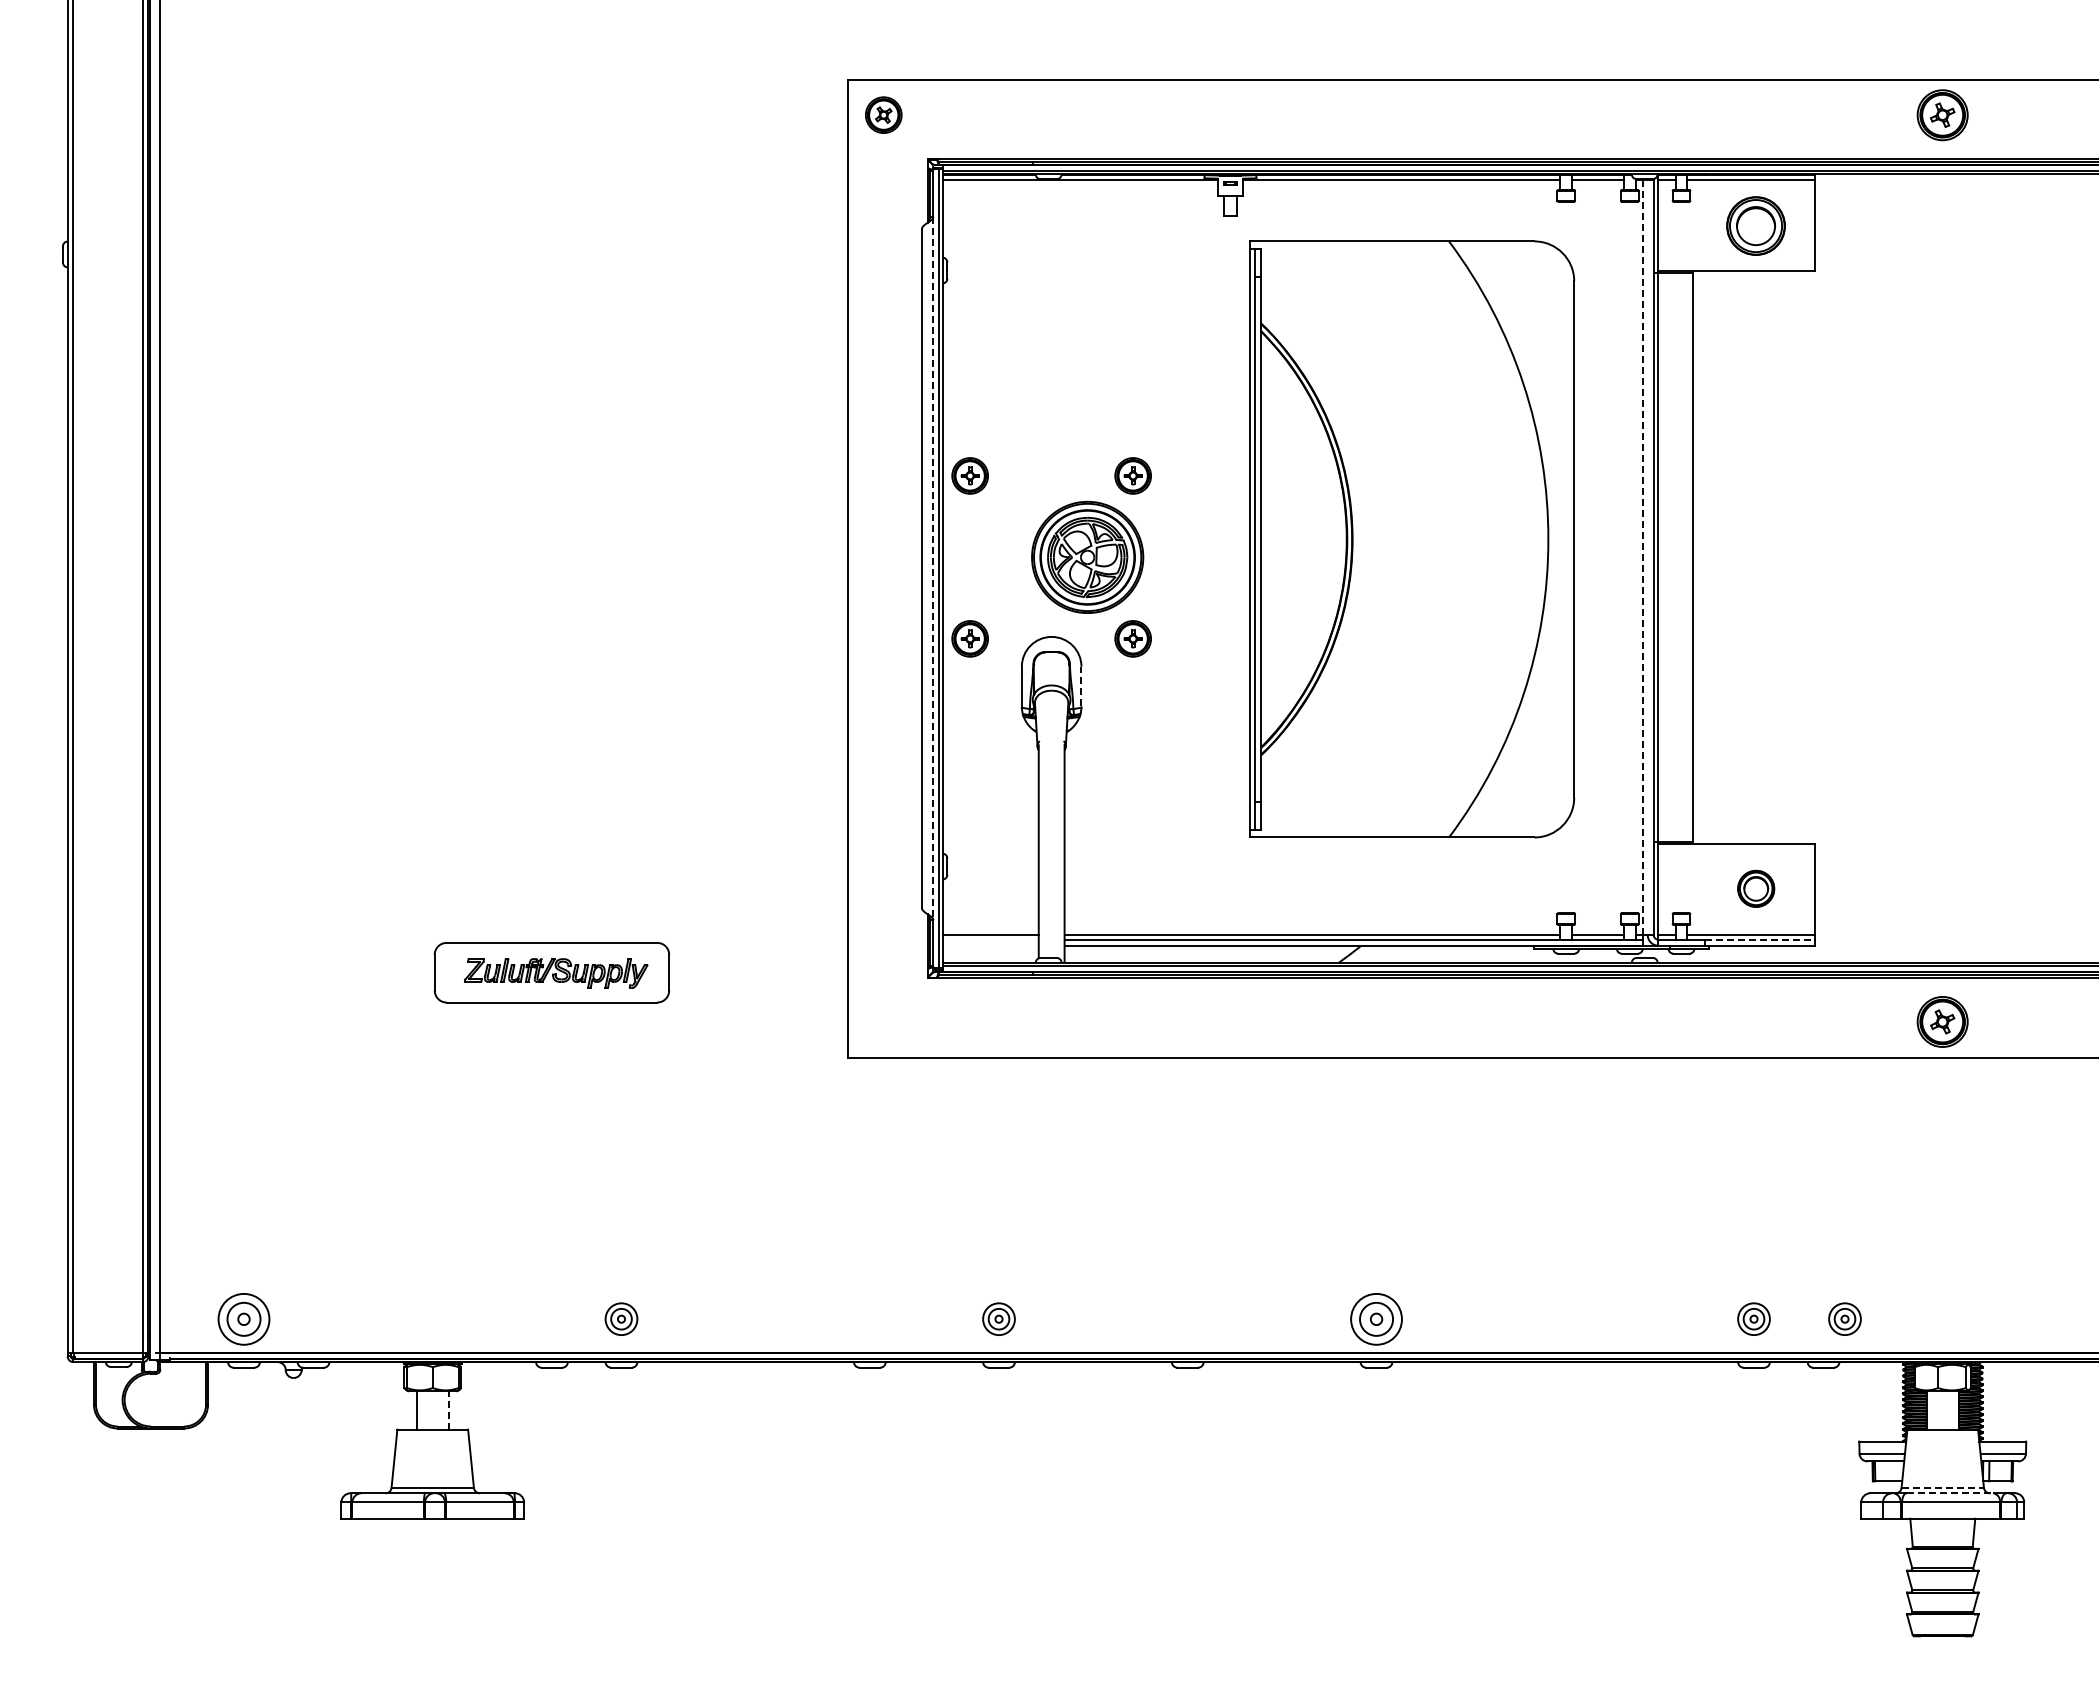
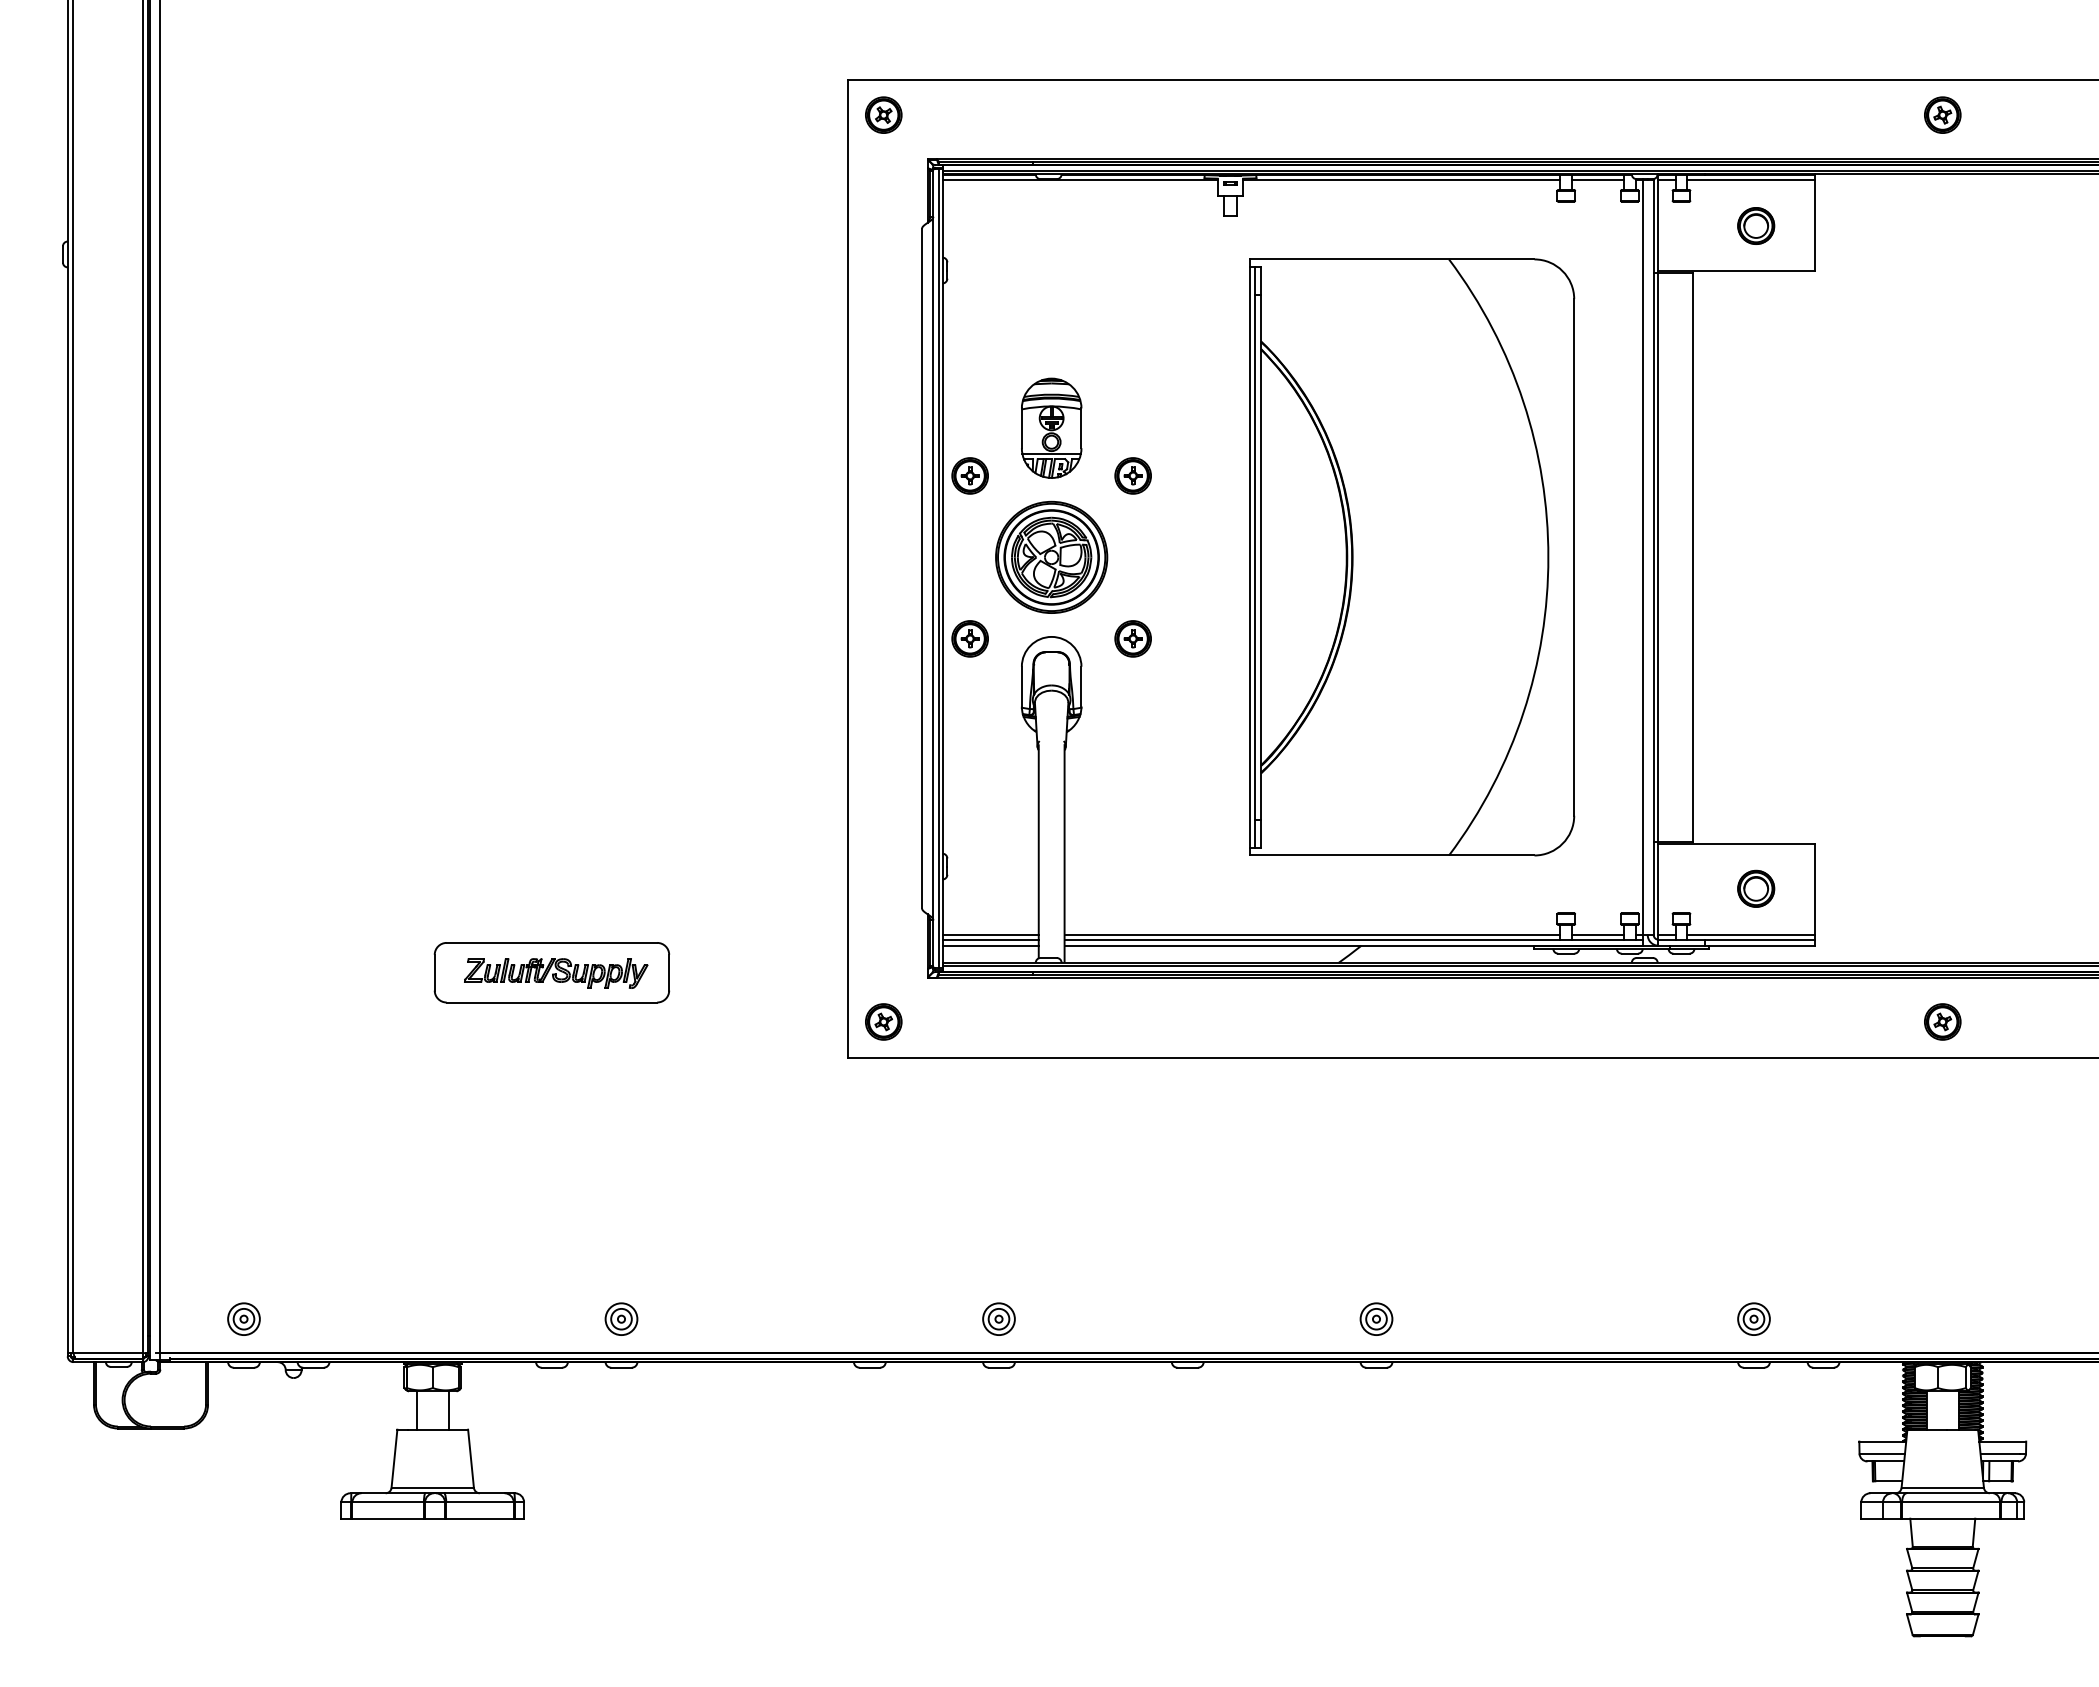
part at (1942, 115) size: 53x53 px -> 38x38 px
part at (1755, 225) size: 60x60 px -> 39x38 px
part at (1051, 427): none -> present
part at (1412, 539) position: (1412, 539) -> (1412, 557)
part at (1087, 556) position: (1087, 556) -> (1051, 556)
line at (1642, 557): dashed -> solid
line at (933, 568): dashed -> solid
line at (1081, 686): dashed -> solid
line at (990, 939): none -> present
line at (1760, 939): dashed -> solid
line at (990, 945): none -> present
part at (883, 1021): none -> present
part at (1942, 1021) size: 53x52 px -> 38x38 px
part at (1844, 1318): present -> none
part at (243, 1319) size: 54x53 px -> 34x34 px
part at (1376, 1319) size: 53x53 px -> 35x34 px
line at (448, 1409): dashed -> solid
line at (1943, 1487): dashed -> solid
line at (1950, 1493): dashed -> solid
